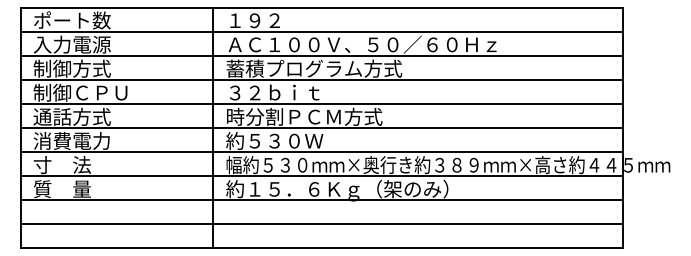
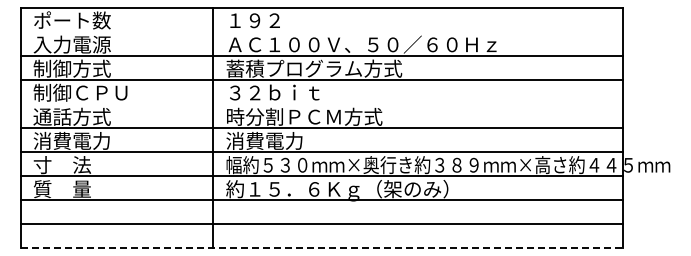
line at (321, 31): present -> none
line at (321, 103): present -> none
text at (274, 140): 約５３０Ｗ -> 消費電力
line at (322, 248): solid -> dashed
